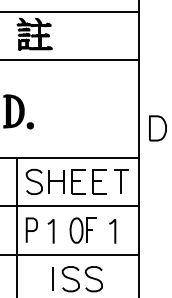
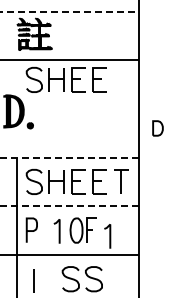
line at (69, 11): solid -> dashed
part at (65, 79): none -> present
part at (157, 128) size: 18x27 px -> 12x17 px
line at (69, 157): solid -> dashed
line at (69, 206): solid -> dashed
line at (52, 231) position: (52, 231) -> (58, 231)
line at (114, 231) position: (114, 231) -> (109, 236)
line at (52, 278) position: (52, 278) -> (33, 280)
